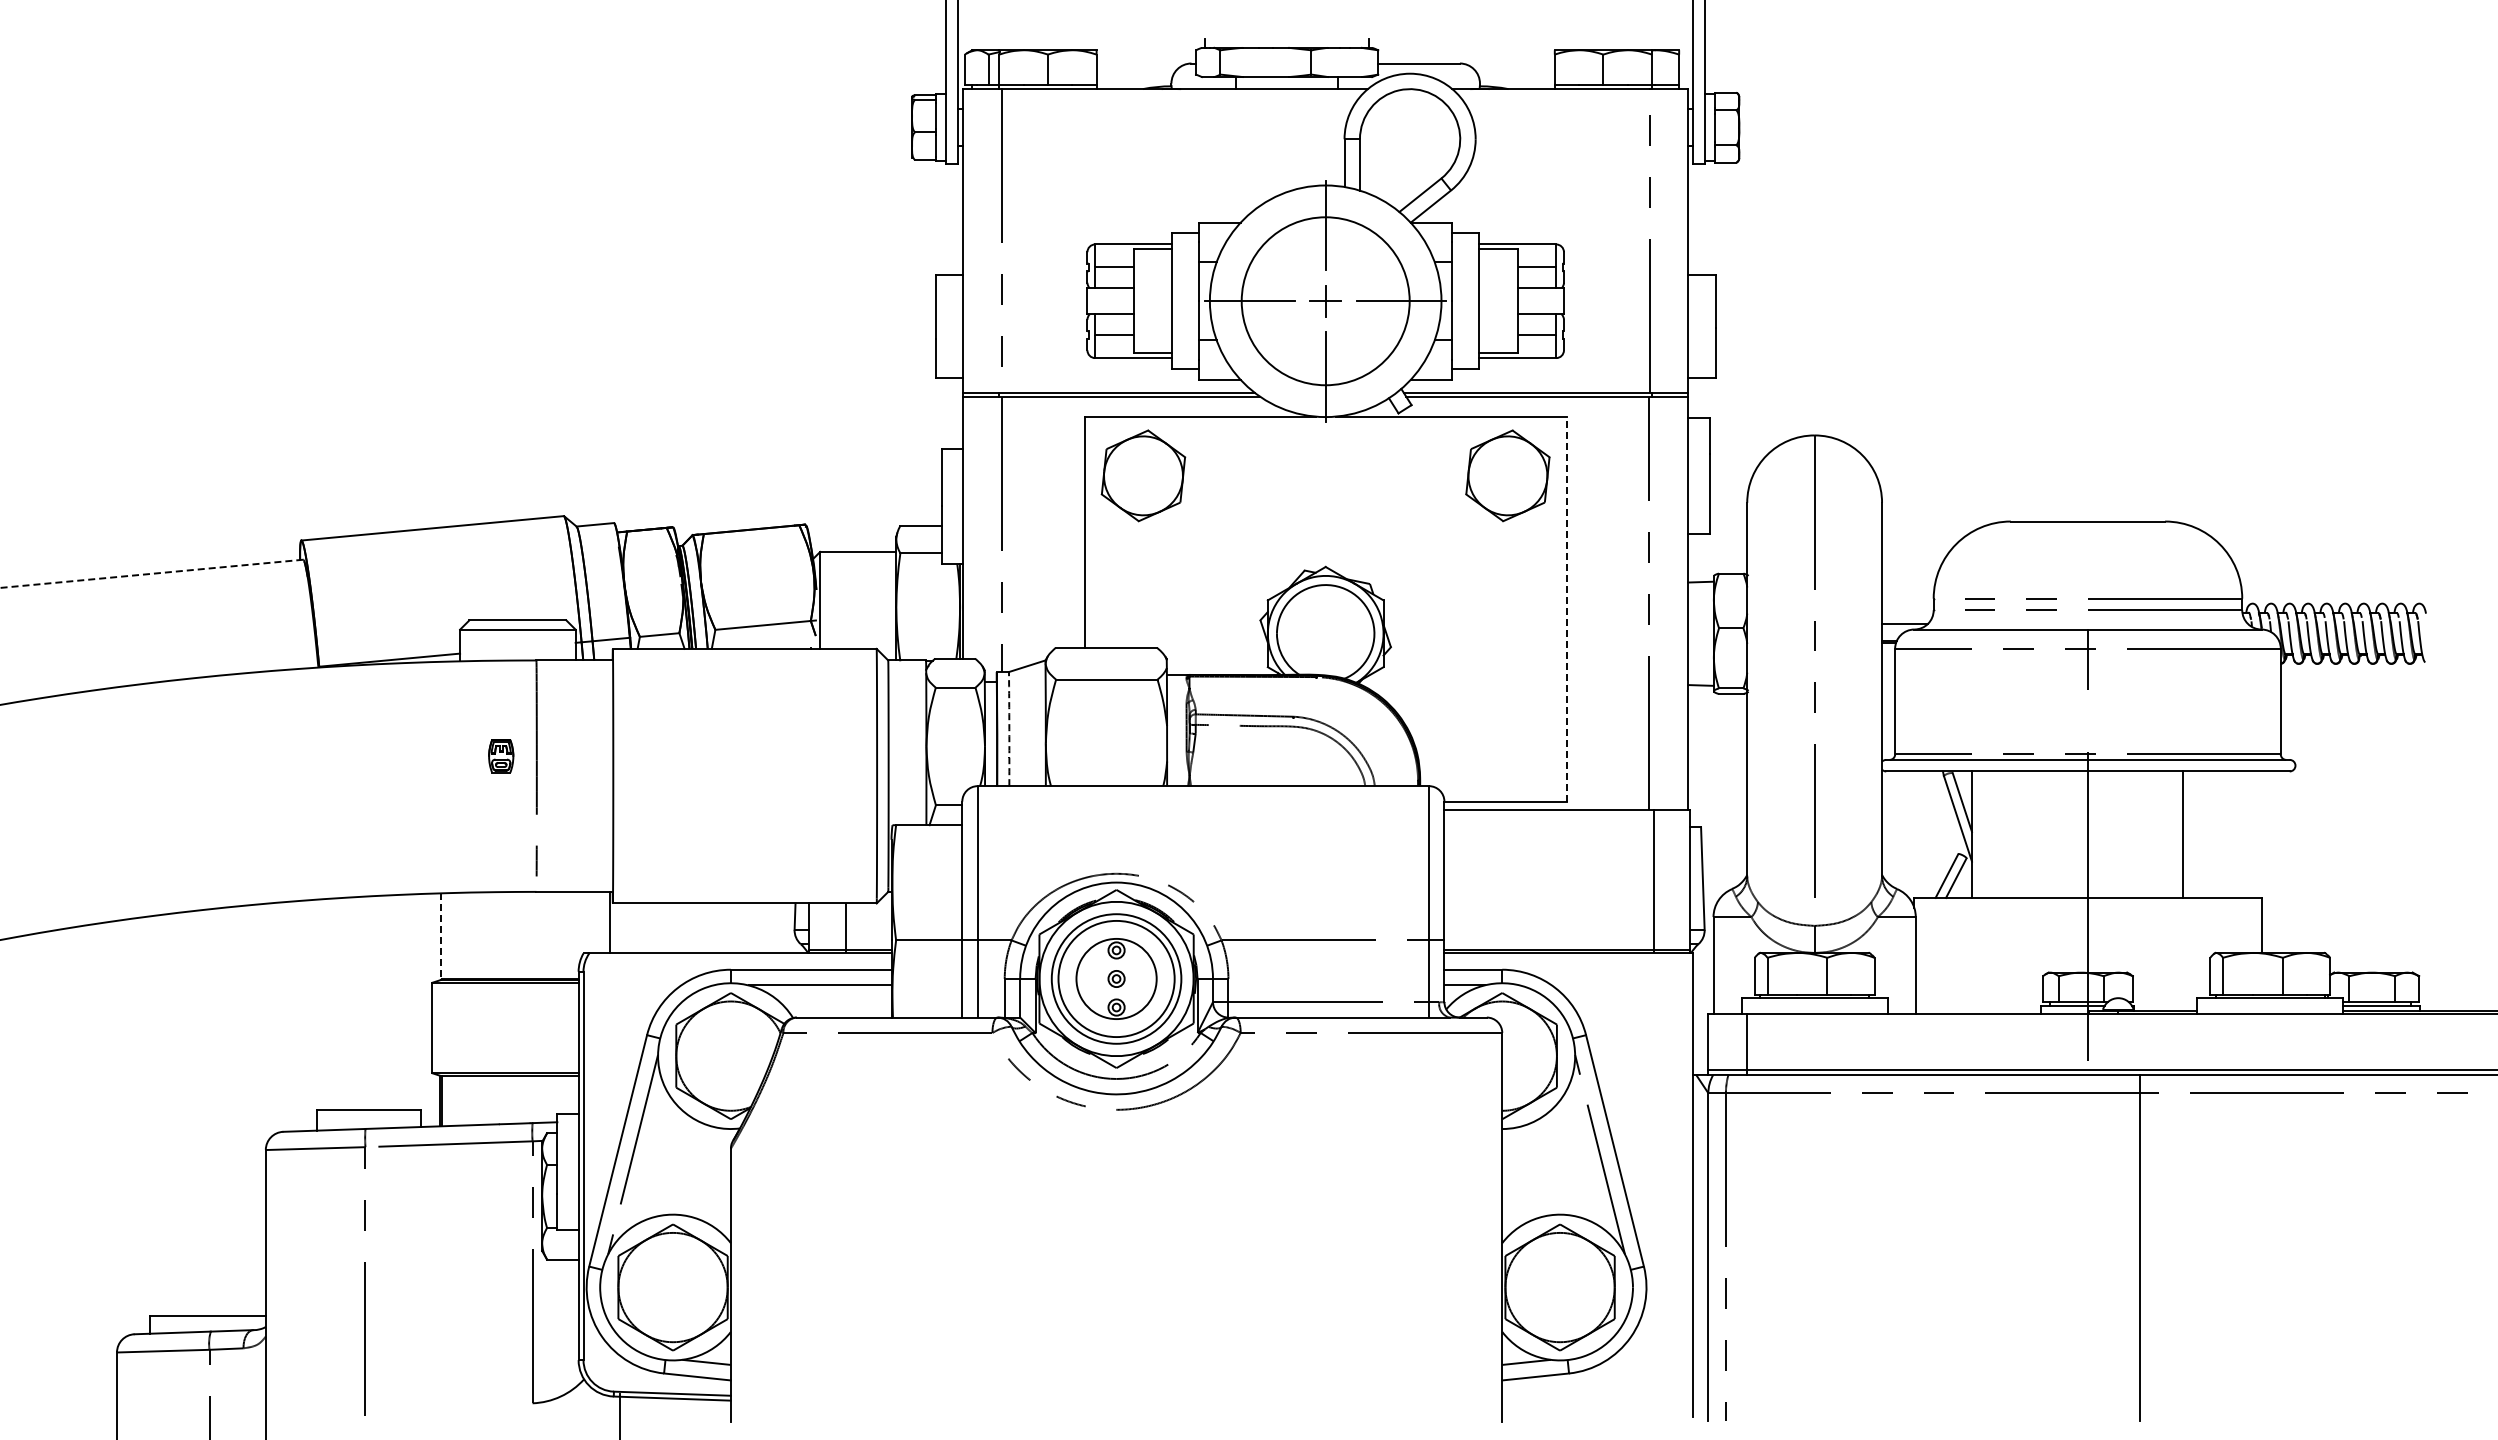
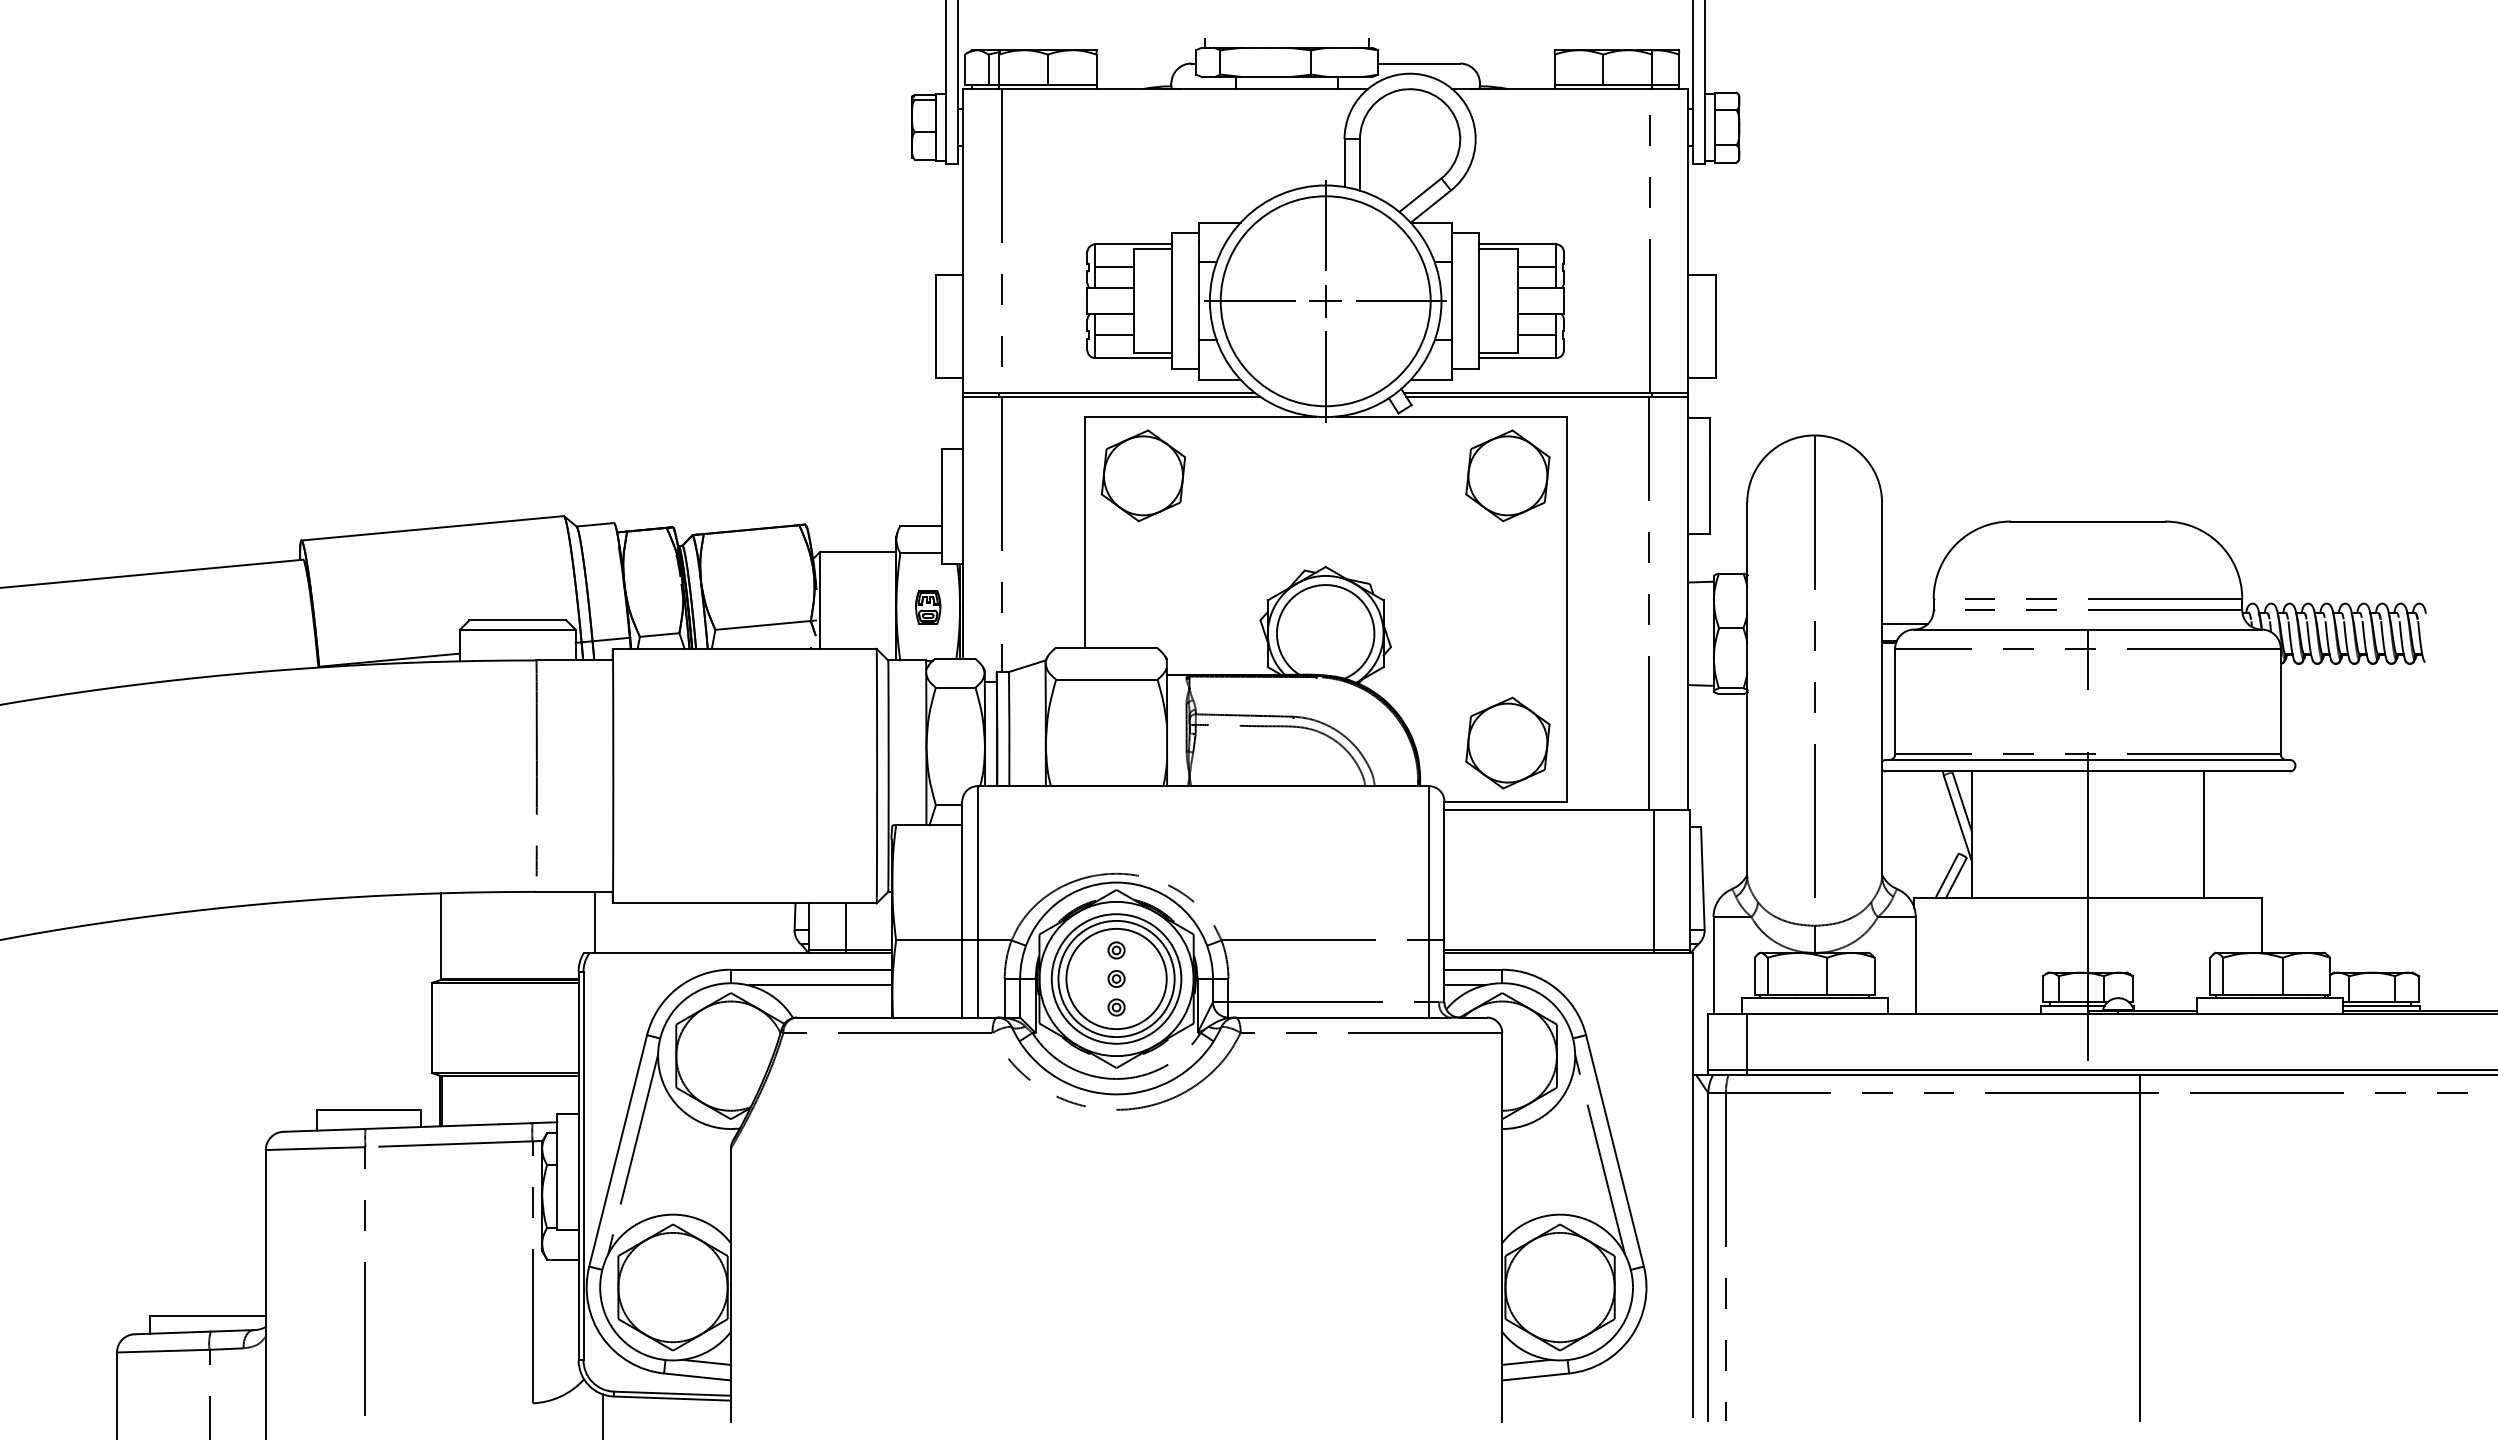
circle at (1325, 301) diameter: 168 px -> 210 px
line at (151, 573): dashed -> solid
line at (1566, 609): dashed -> solid
arc at (1009, 729): dashed -> solid
part at (1507, 742): none -> present
part at (501, 756) position: (501, 756) -> (928, 607)
line at (2182, 834) position: (2182, 834) -> (2203, 834)
line at (609, 922) position: (609, 922) -> (594, 922)
line at (440, 936): dashed -> solid
circle at (1116, 978) diameter: 80 px -> 100 px
line at (619, 1415) position: (619, 1415) -> (602, 1415)
